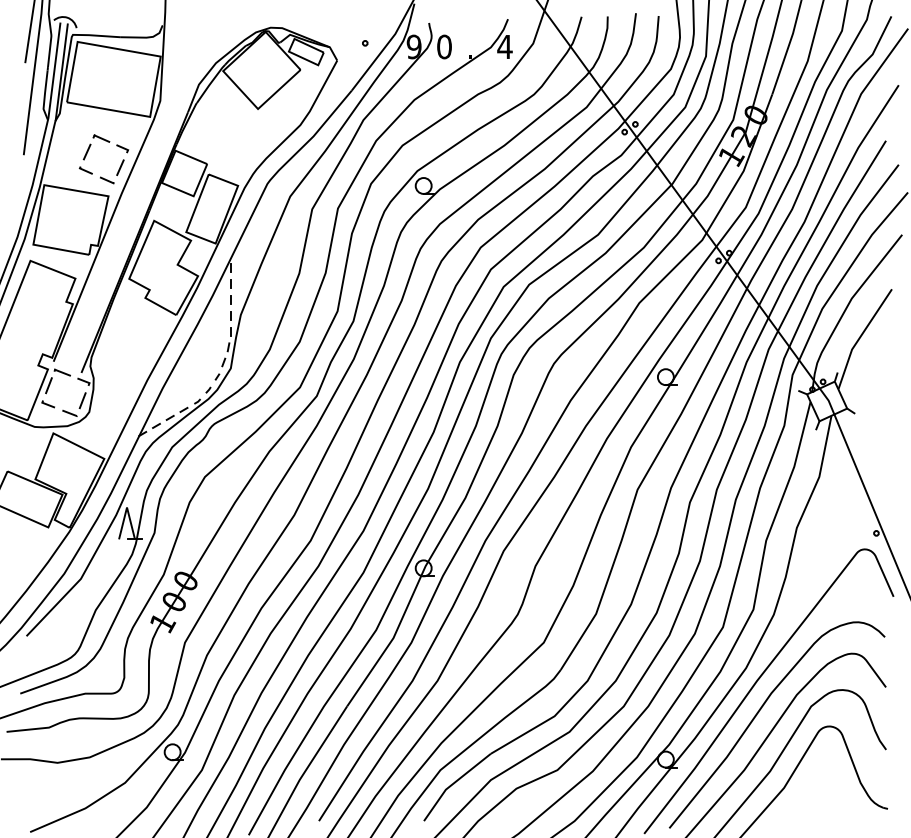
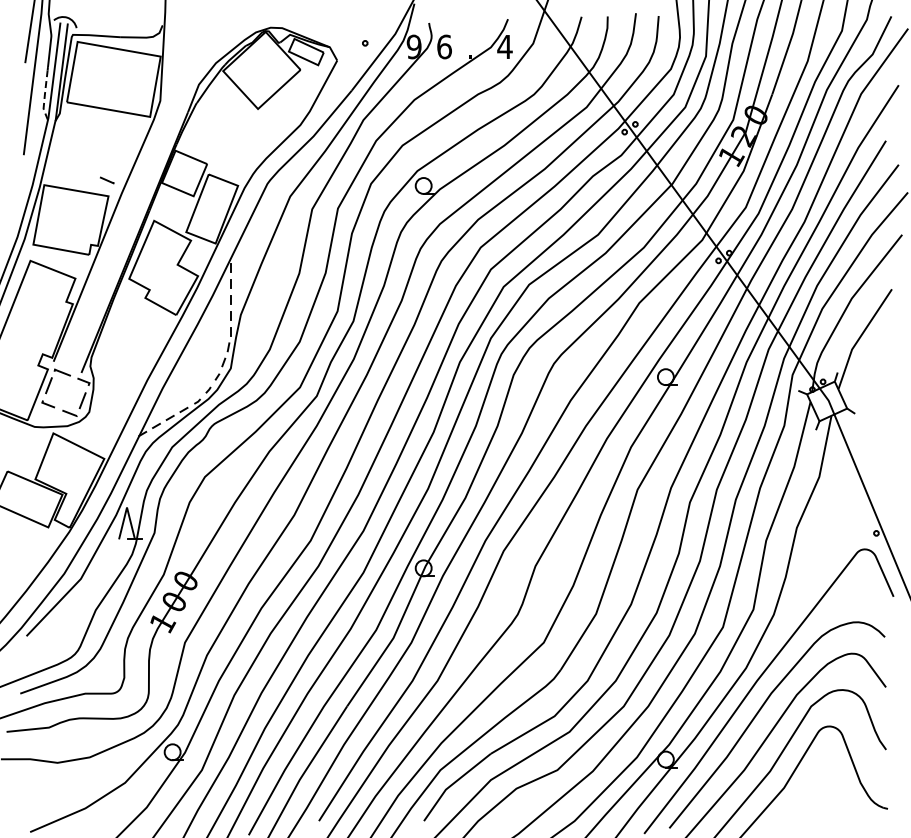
text at (444, 46): 0 -> 6
line at (44, 95): solid -> dashed
part at (107, 142): present -> none
